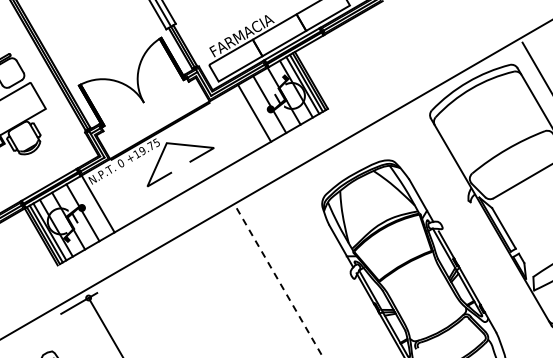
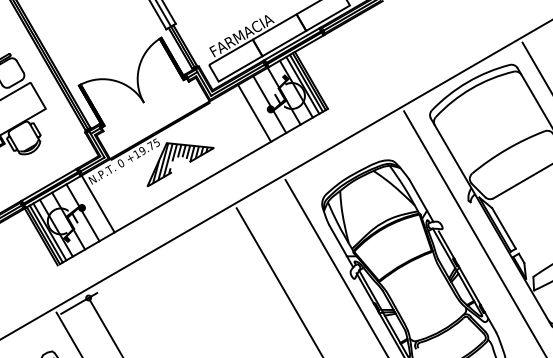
hatch at (179, 164): none -> present
line at (474, 232): none -> present
line at (335, 266): none -> present
line at (280, 283): dashed -> solid
line at (68, 333): none -> present
